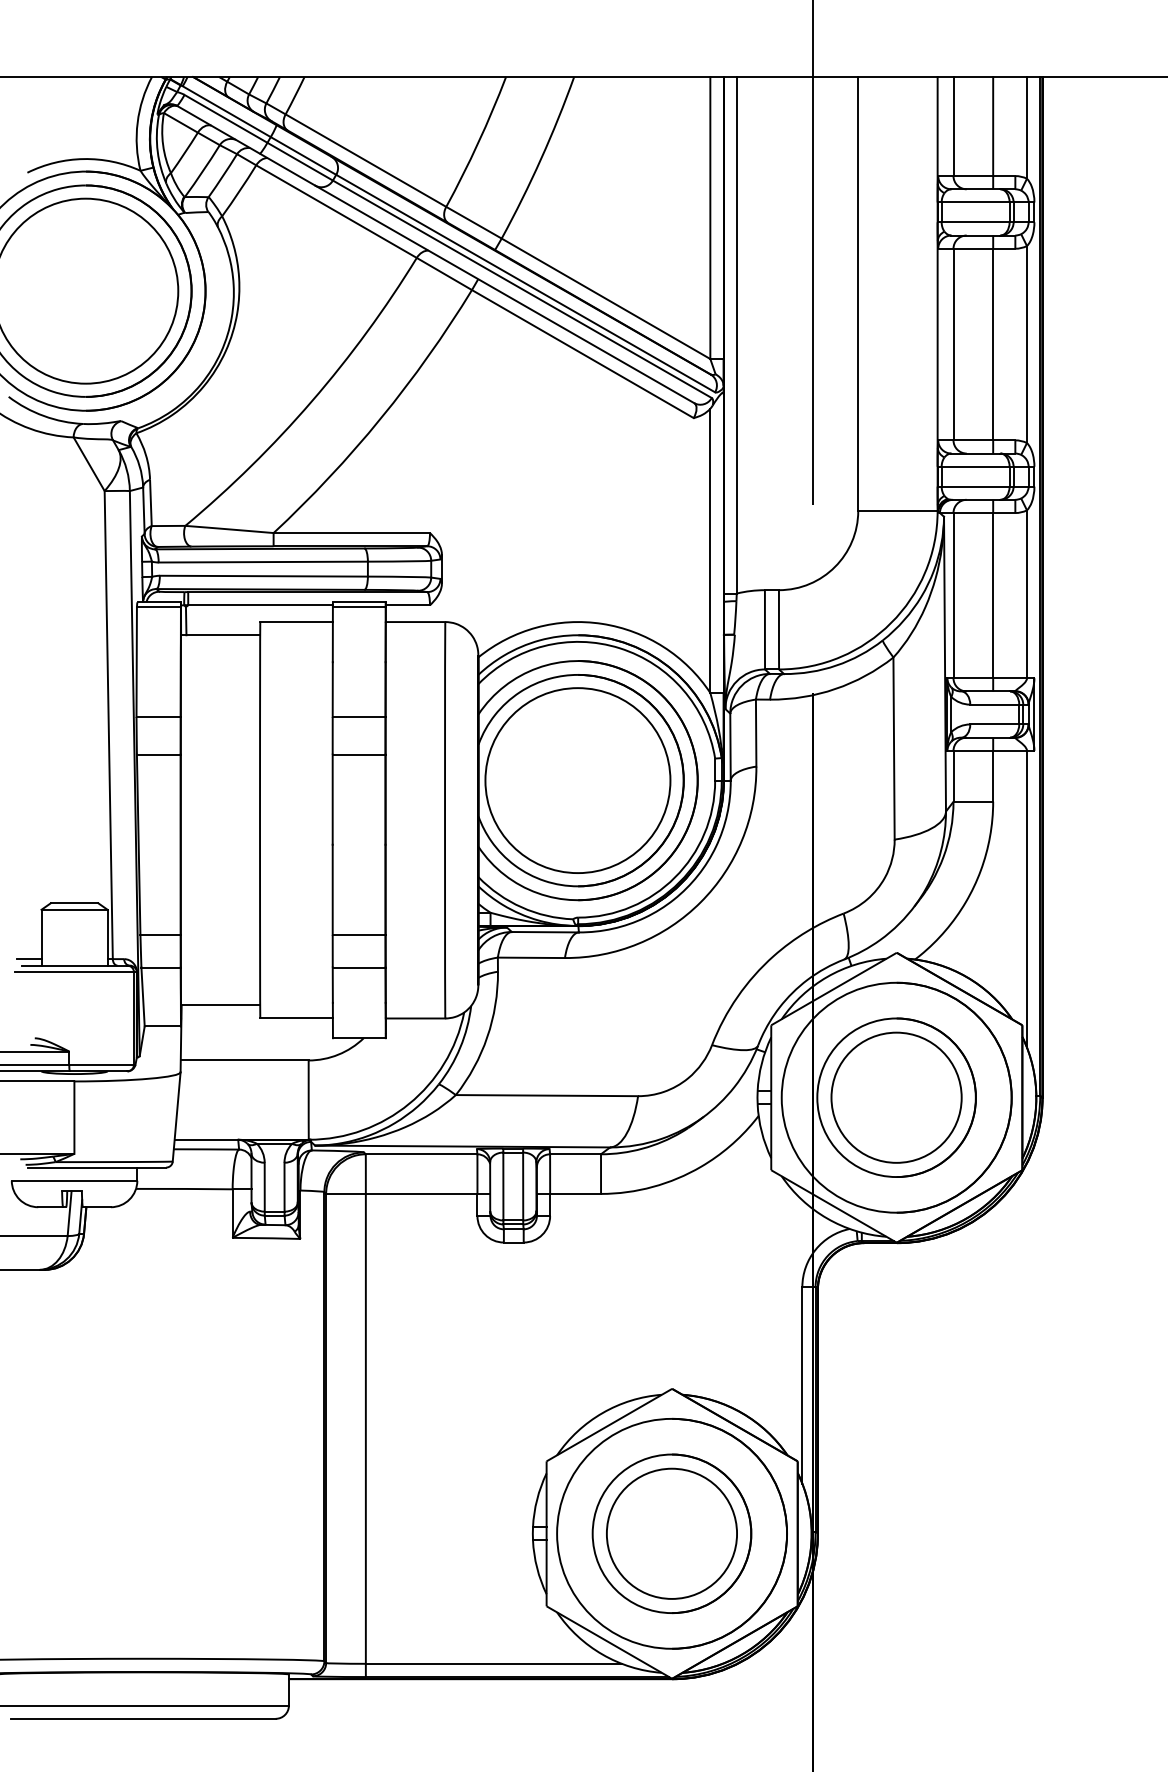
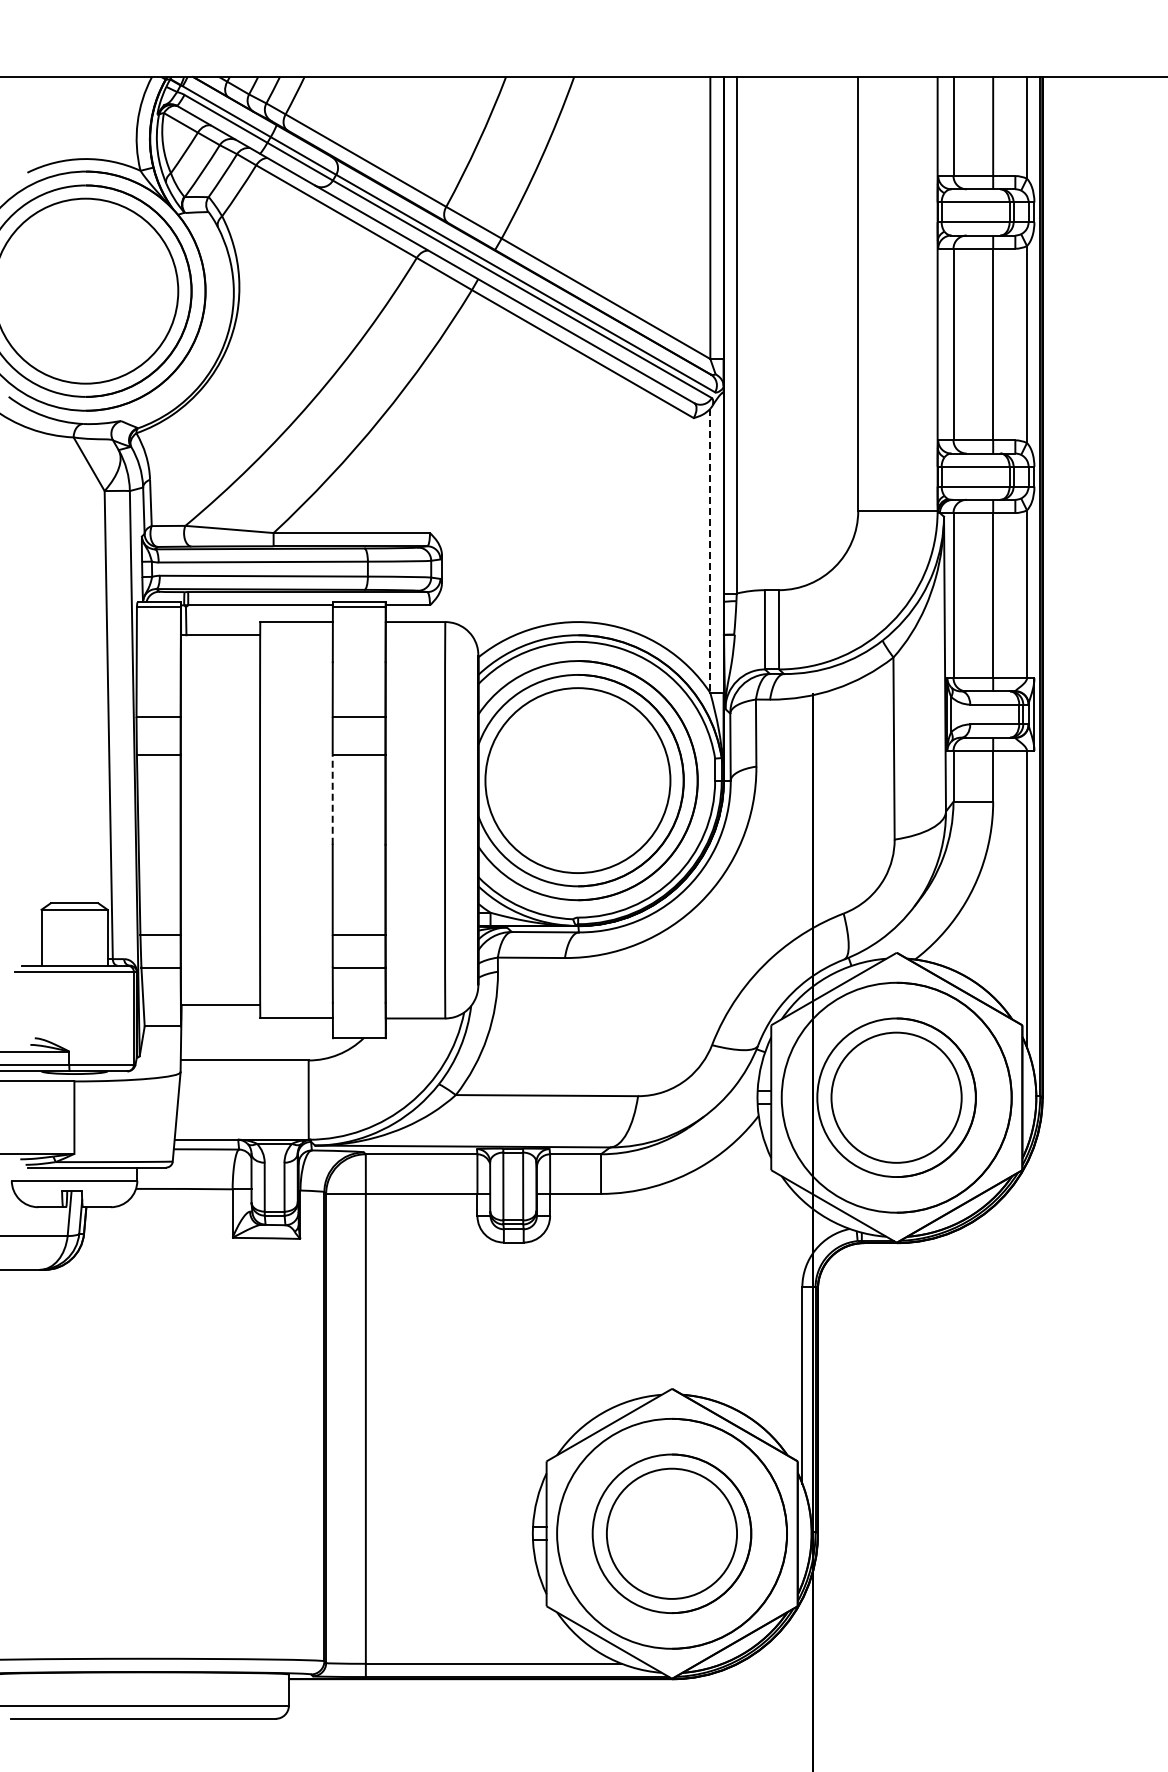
line at (812, 253): present -> none
line at (710, 551): solid -> dashed
line at (332, 799): solid -> dashed
line at (28, 959): present -> none
